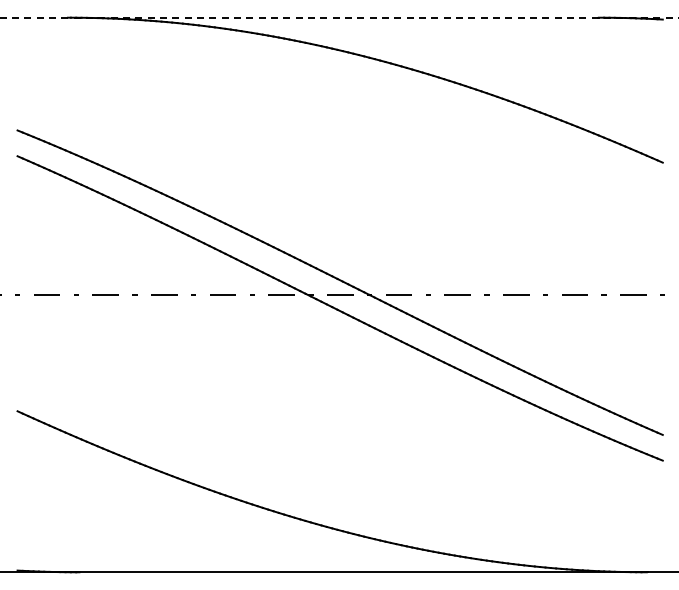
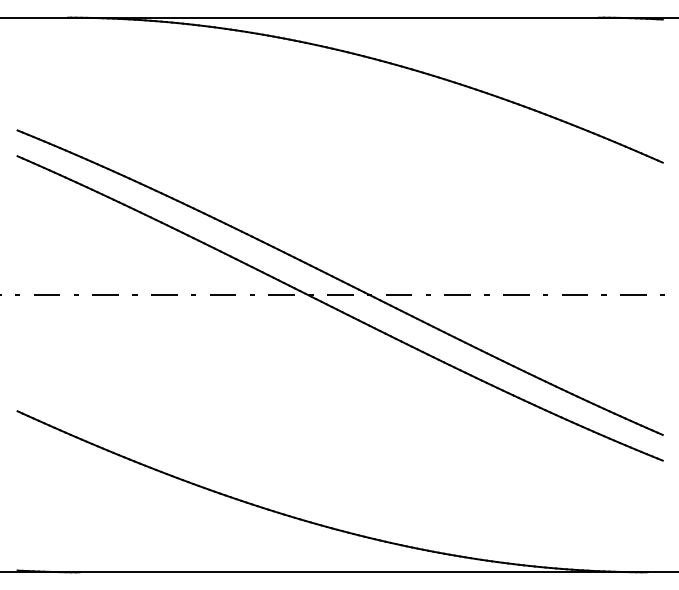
line at (339, 17): dashed -> solid
